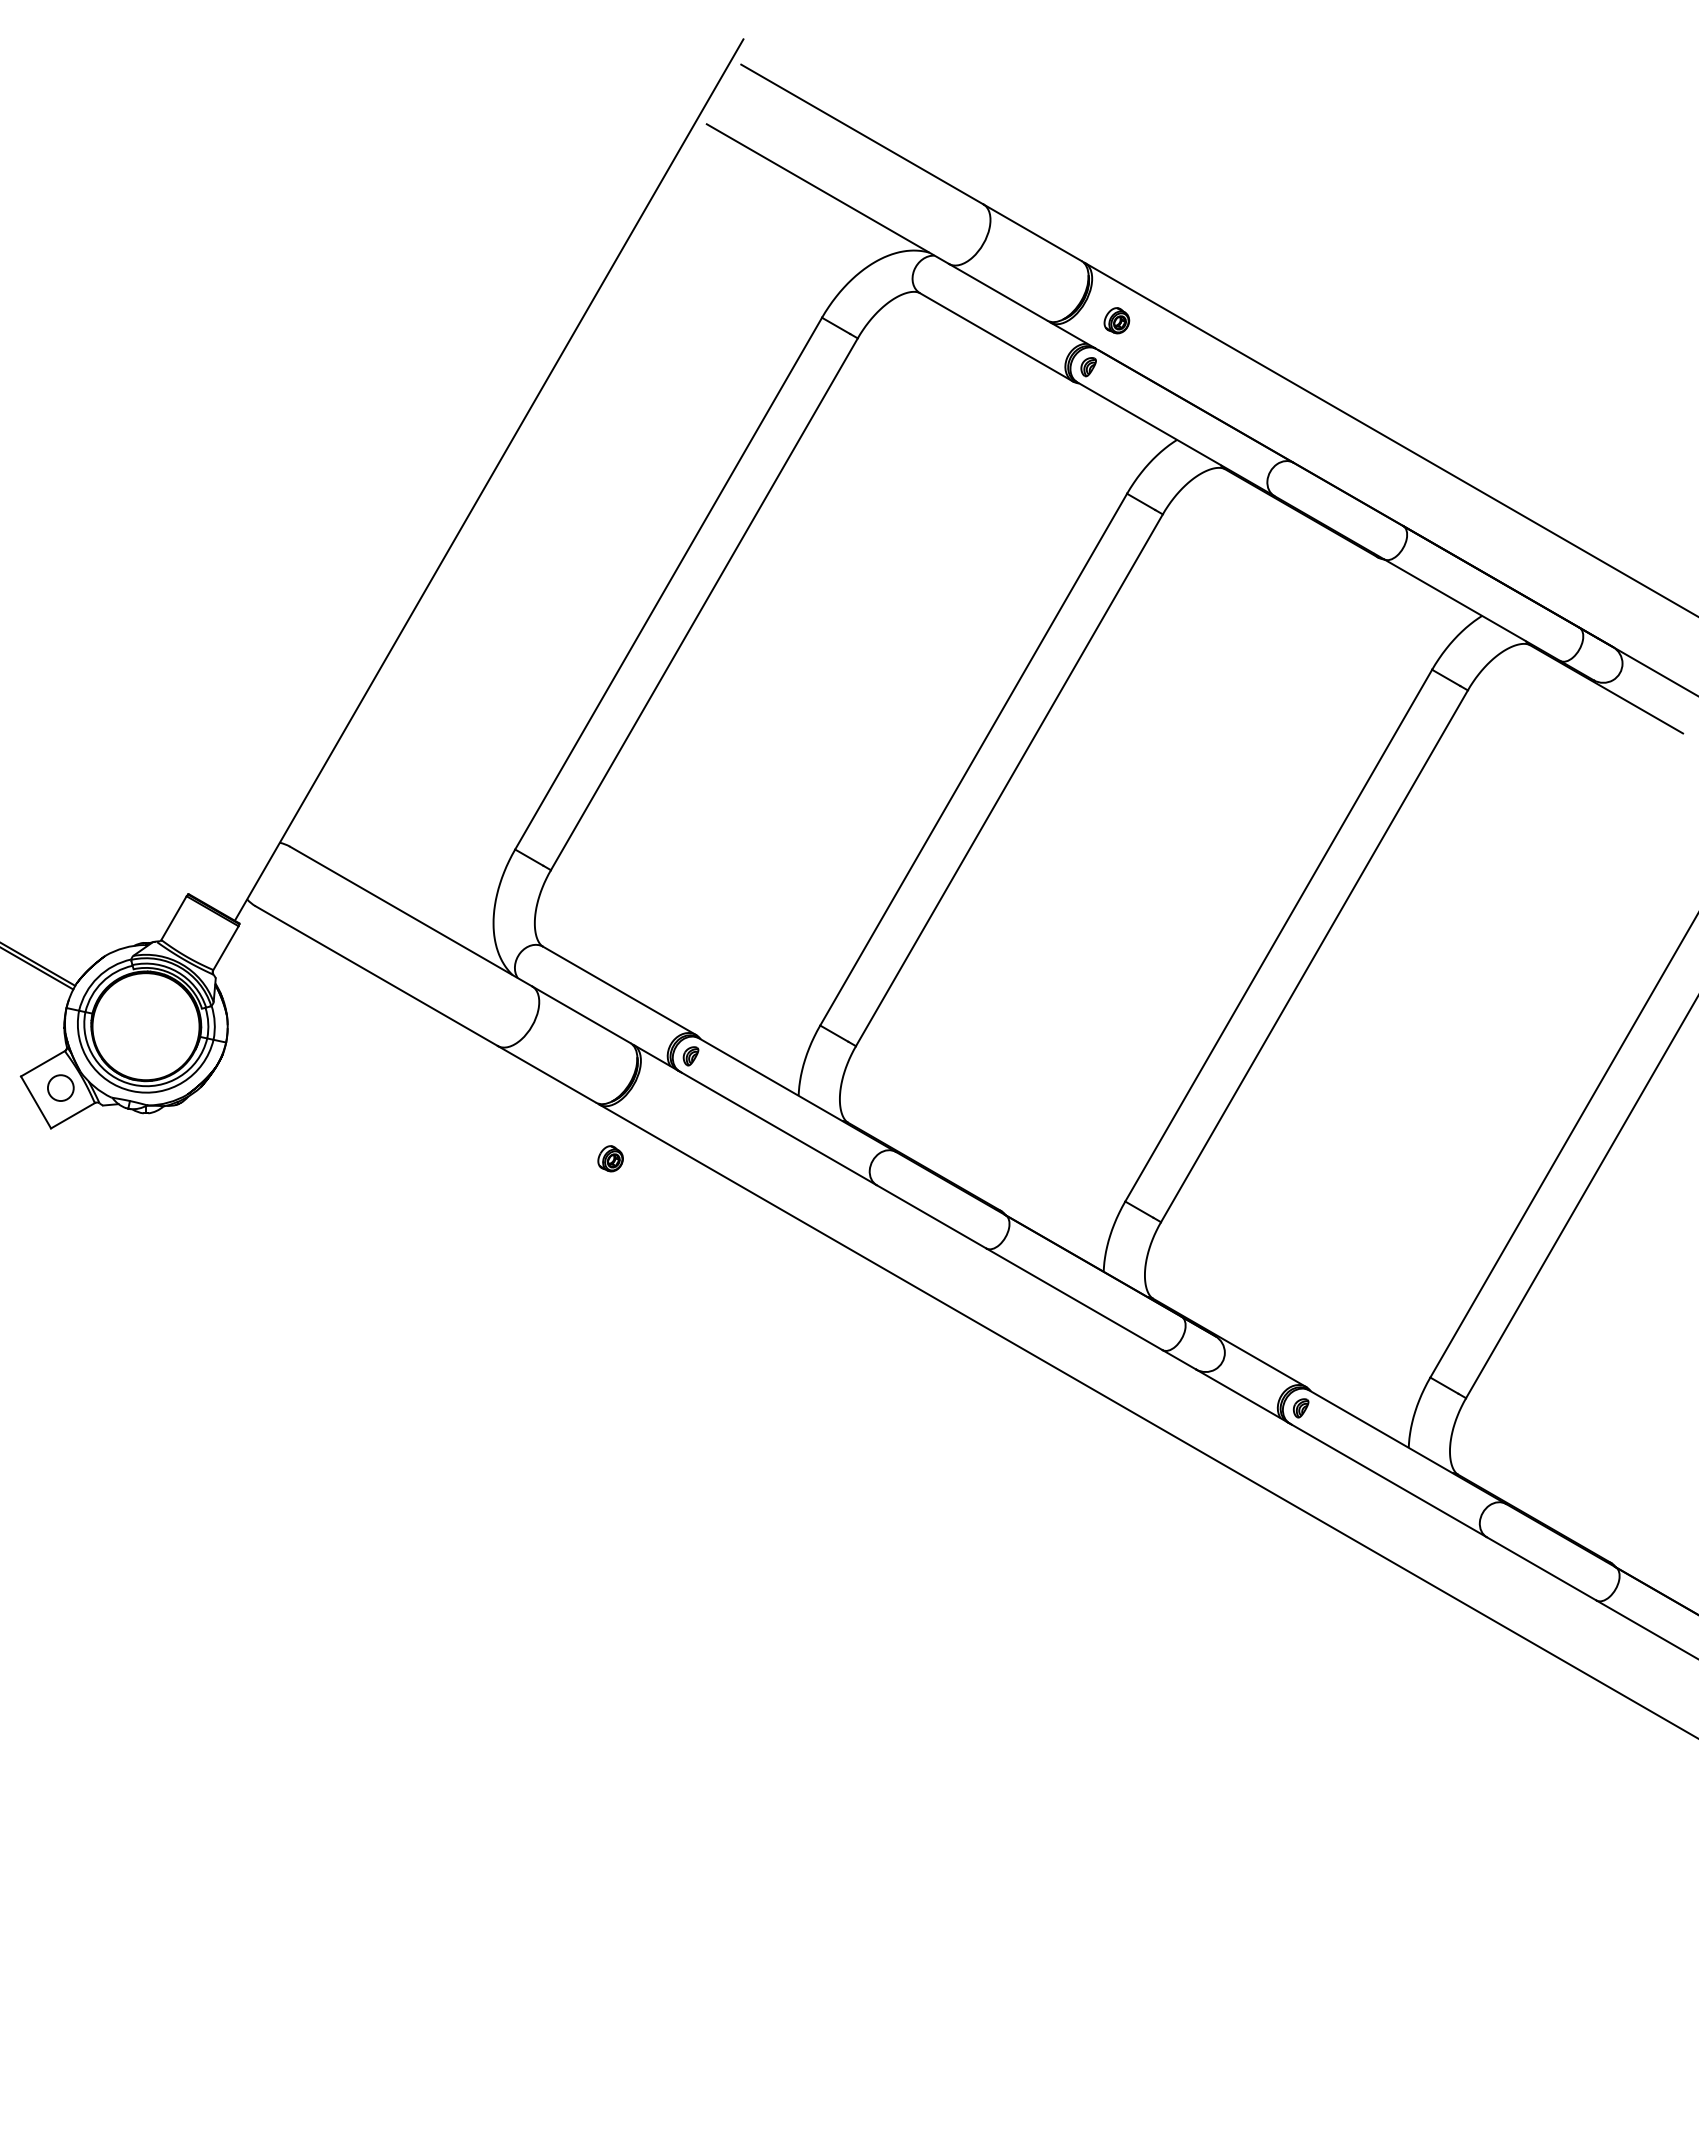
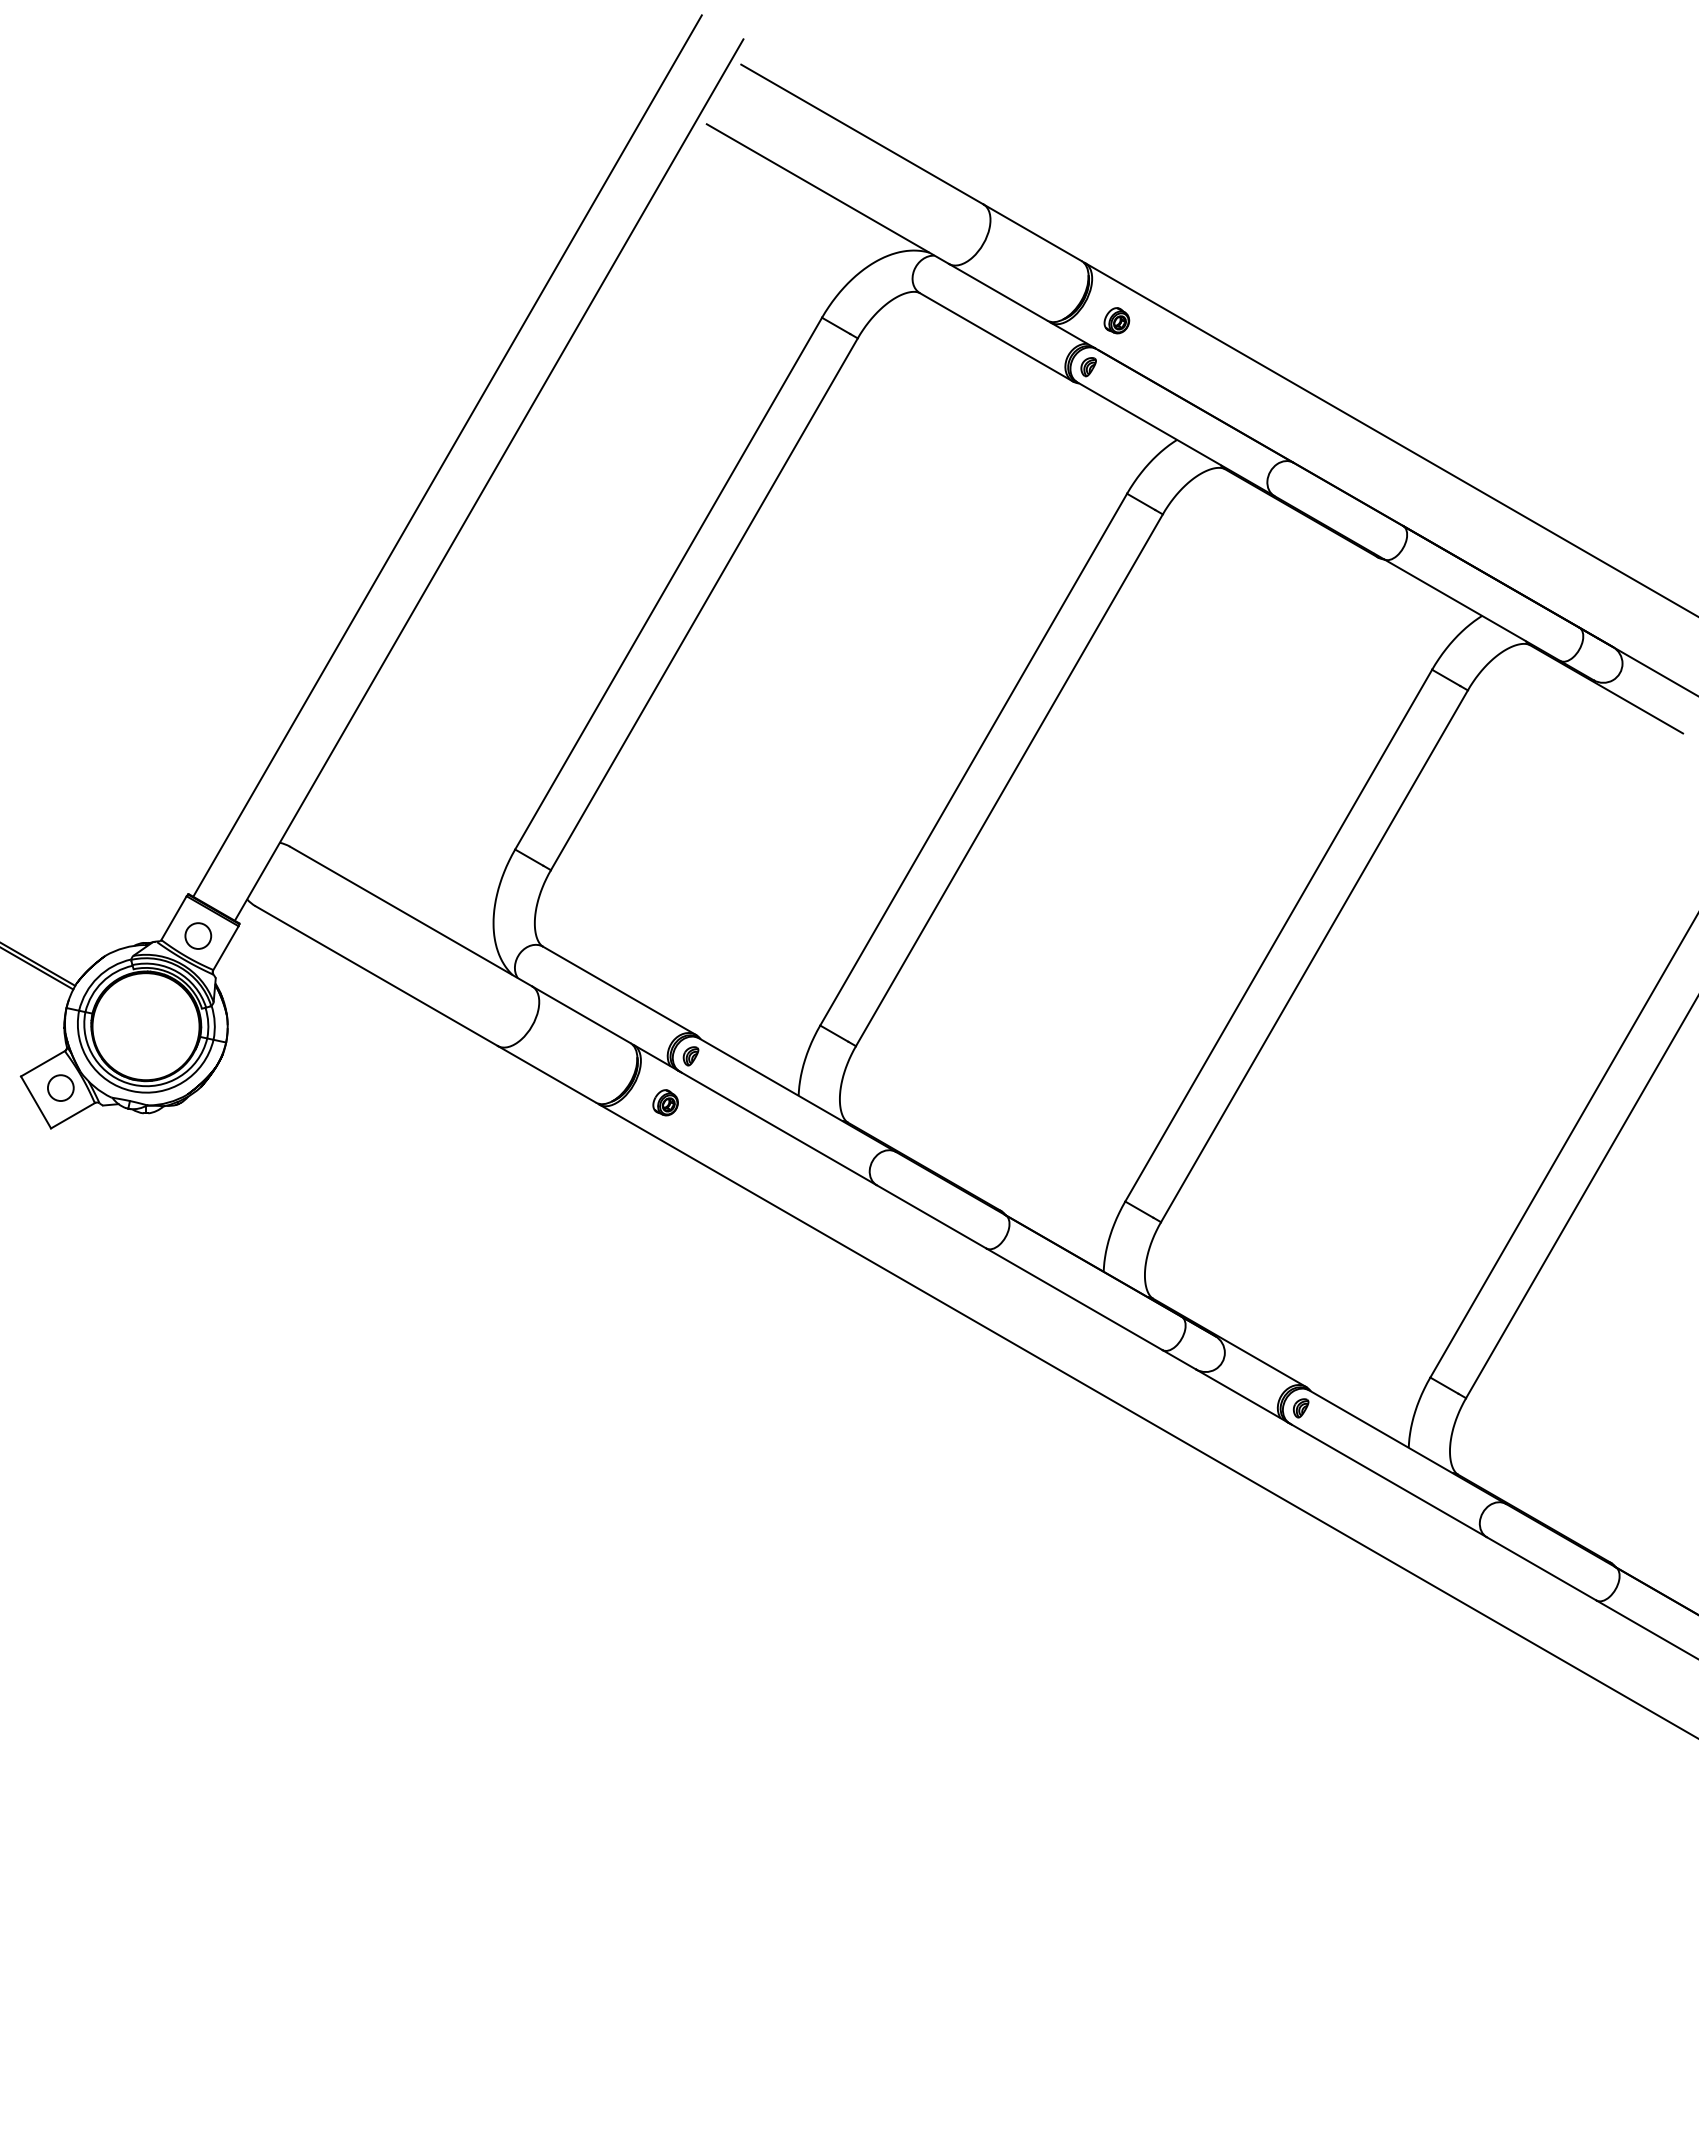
line at (447, 455): none -> present
circle at (198, 935): none -> present
part at (610, 1158) position: (610, 1158) -> (665, 1102)
